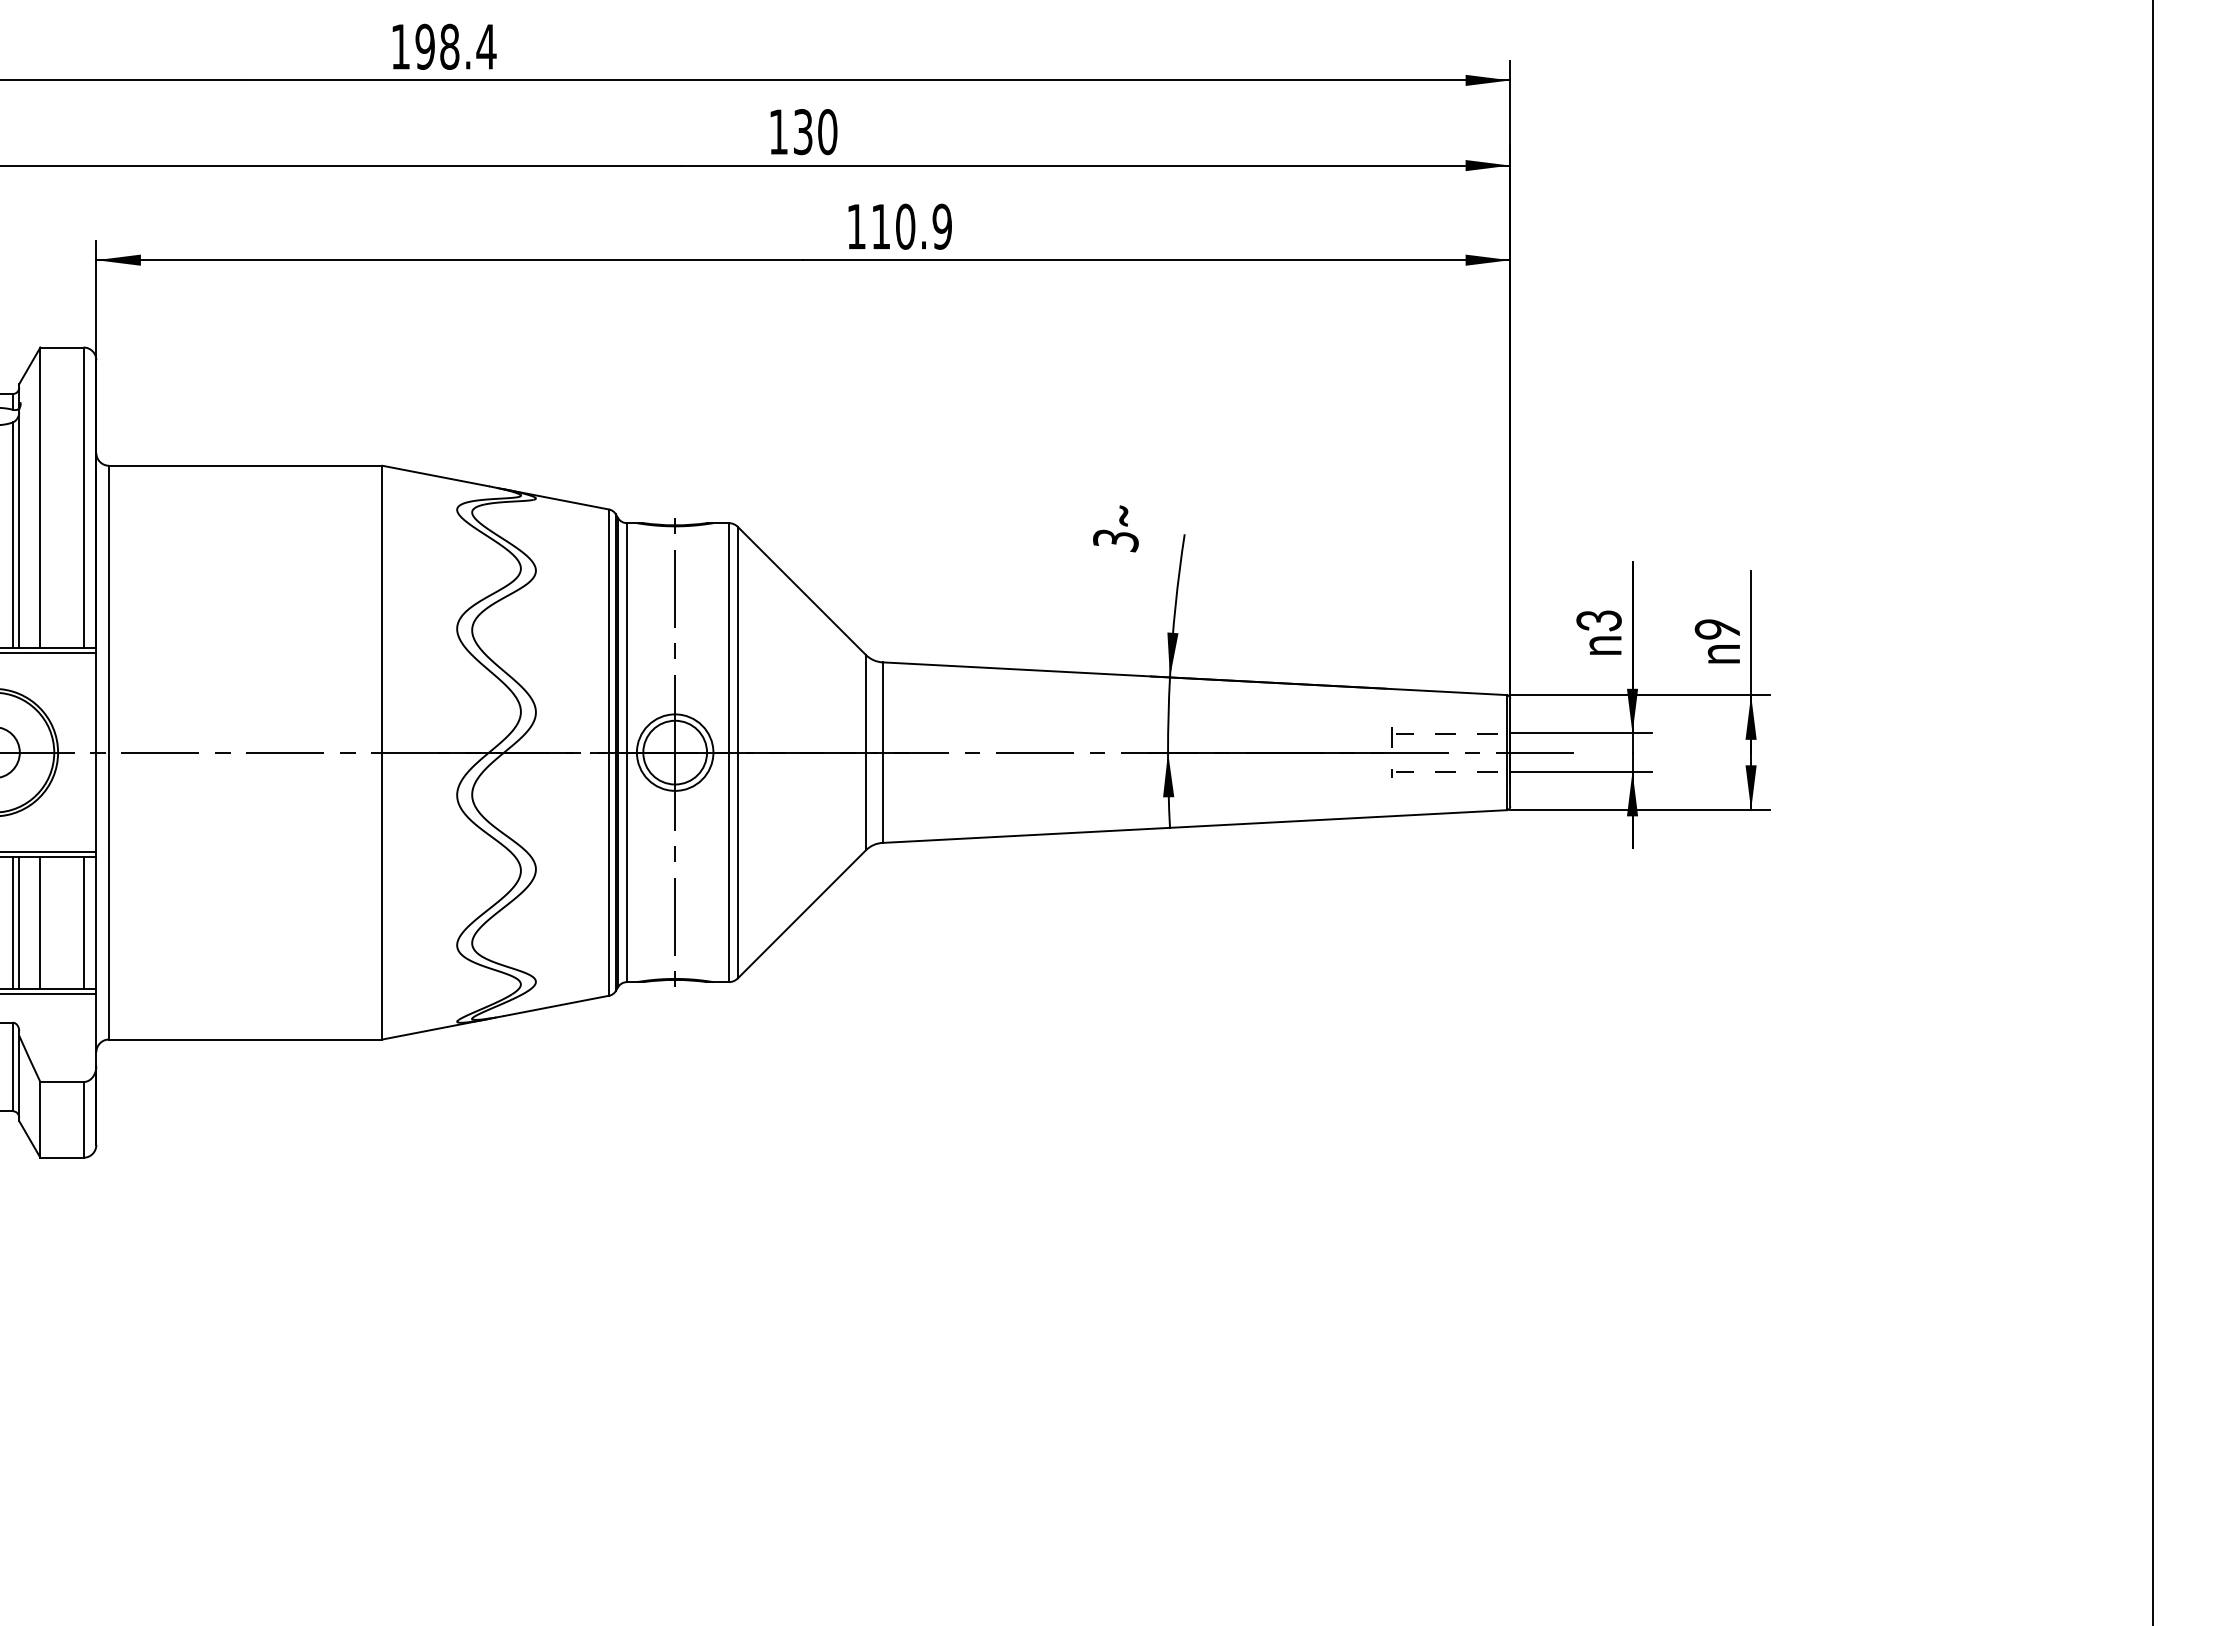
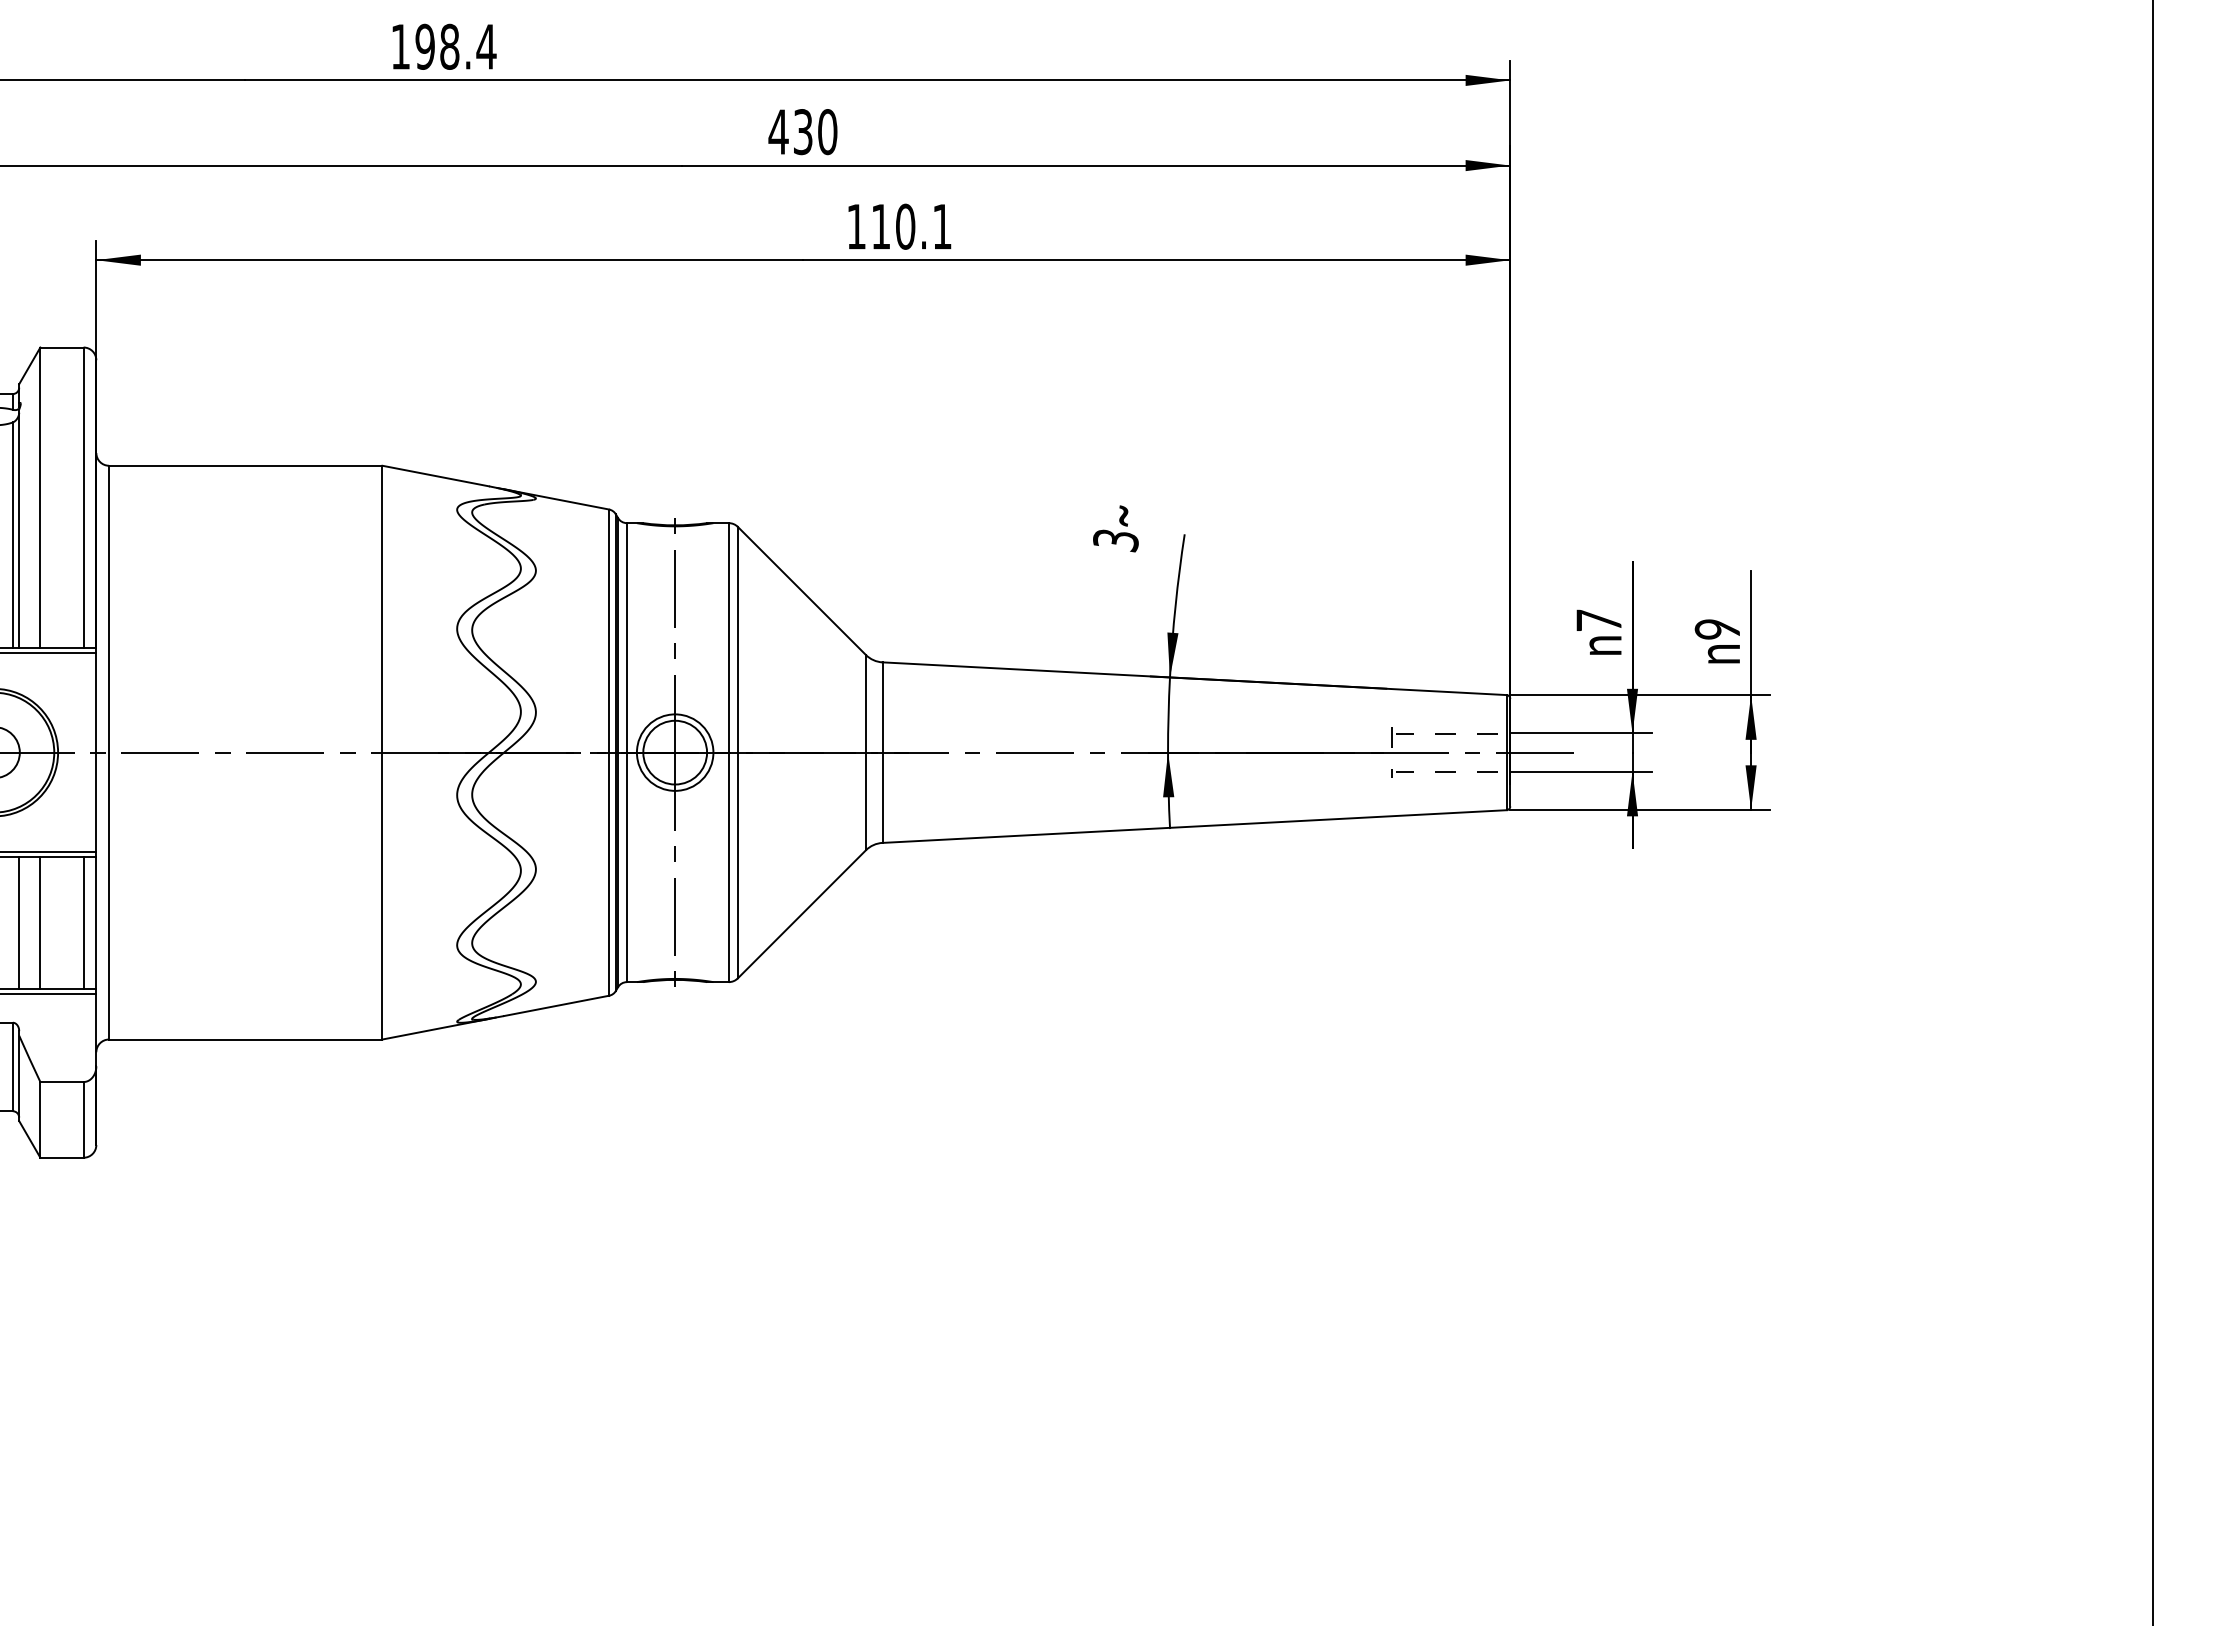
text at (778, 131): 130 -> 430
text at (941, 226): 110.9 -> 110.1
text at (1598, 620): 3 -> 7
line at (12, 922): present -> none
